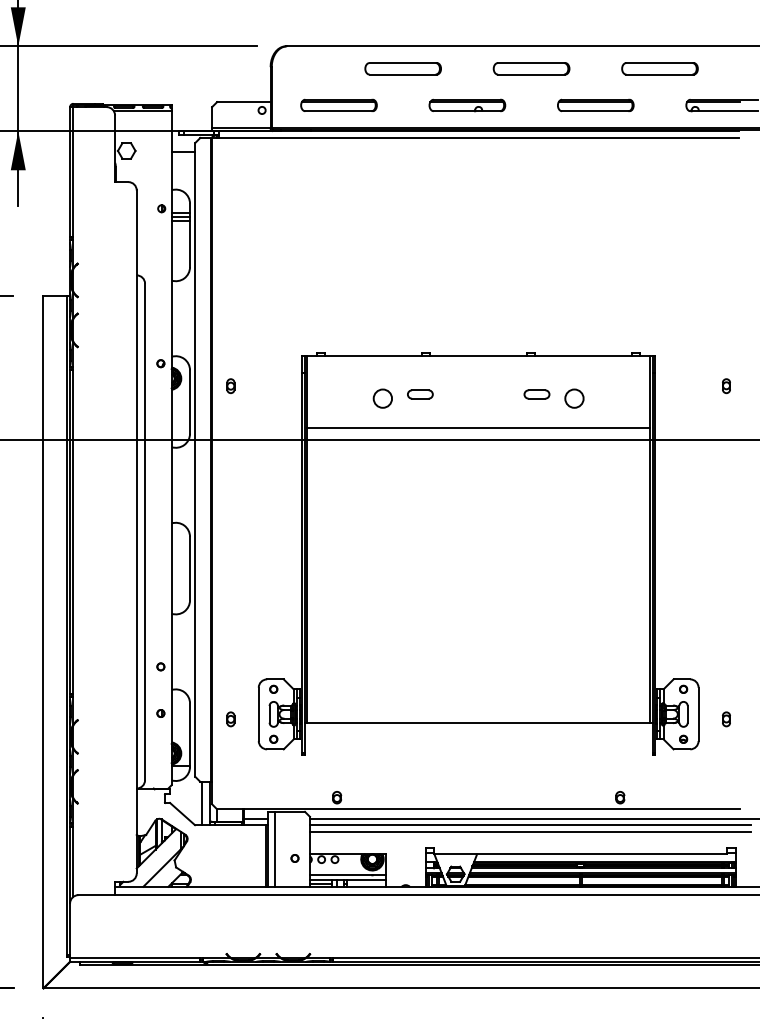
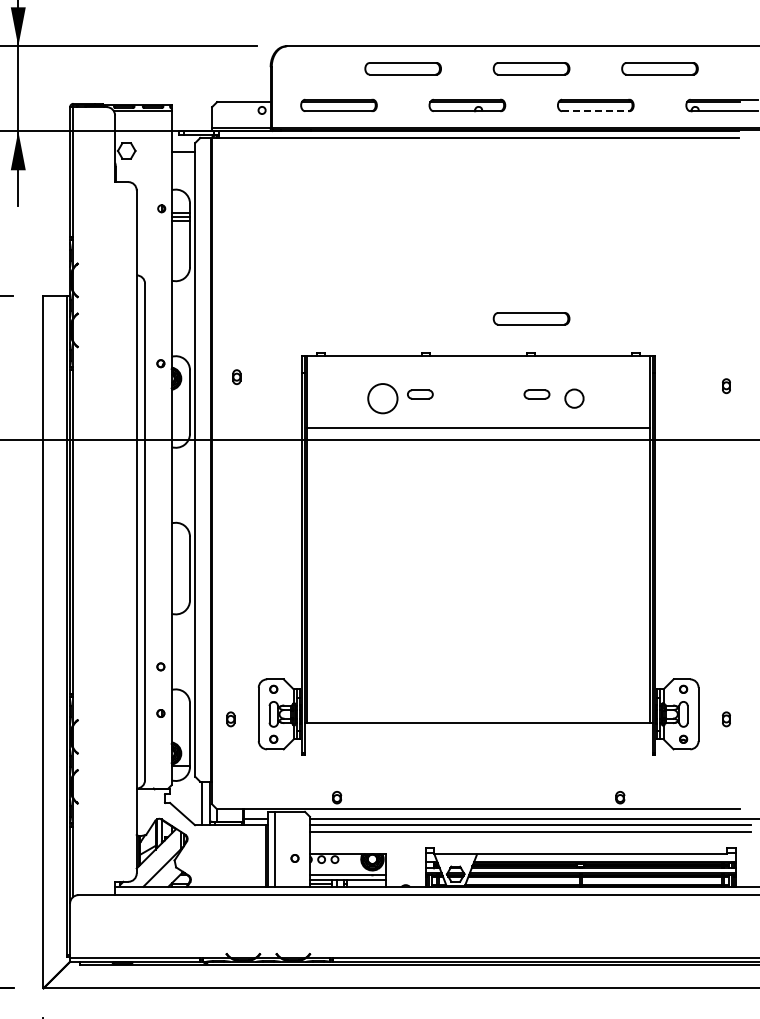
line at (595, 111): solid -> dashed
part at (531, 318): none -> present
part at (230, 385) position: (230, 385) -> (236, 376)
circle at (382, 398) diameter: 18 px -> 29 px
